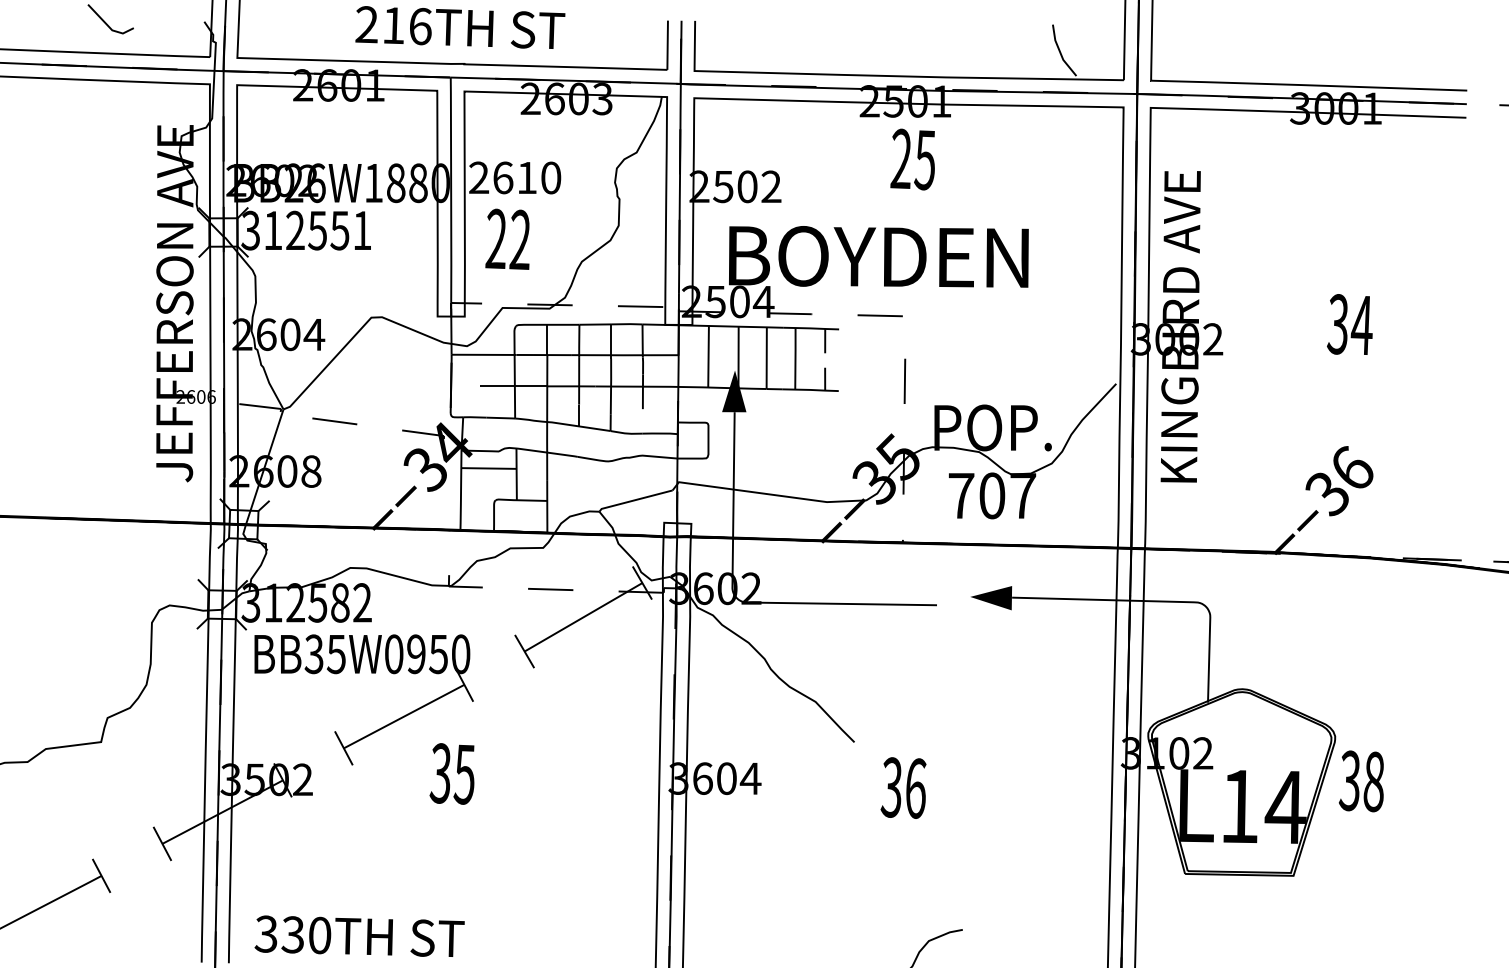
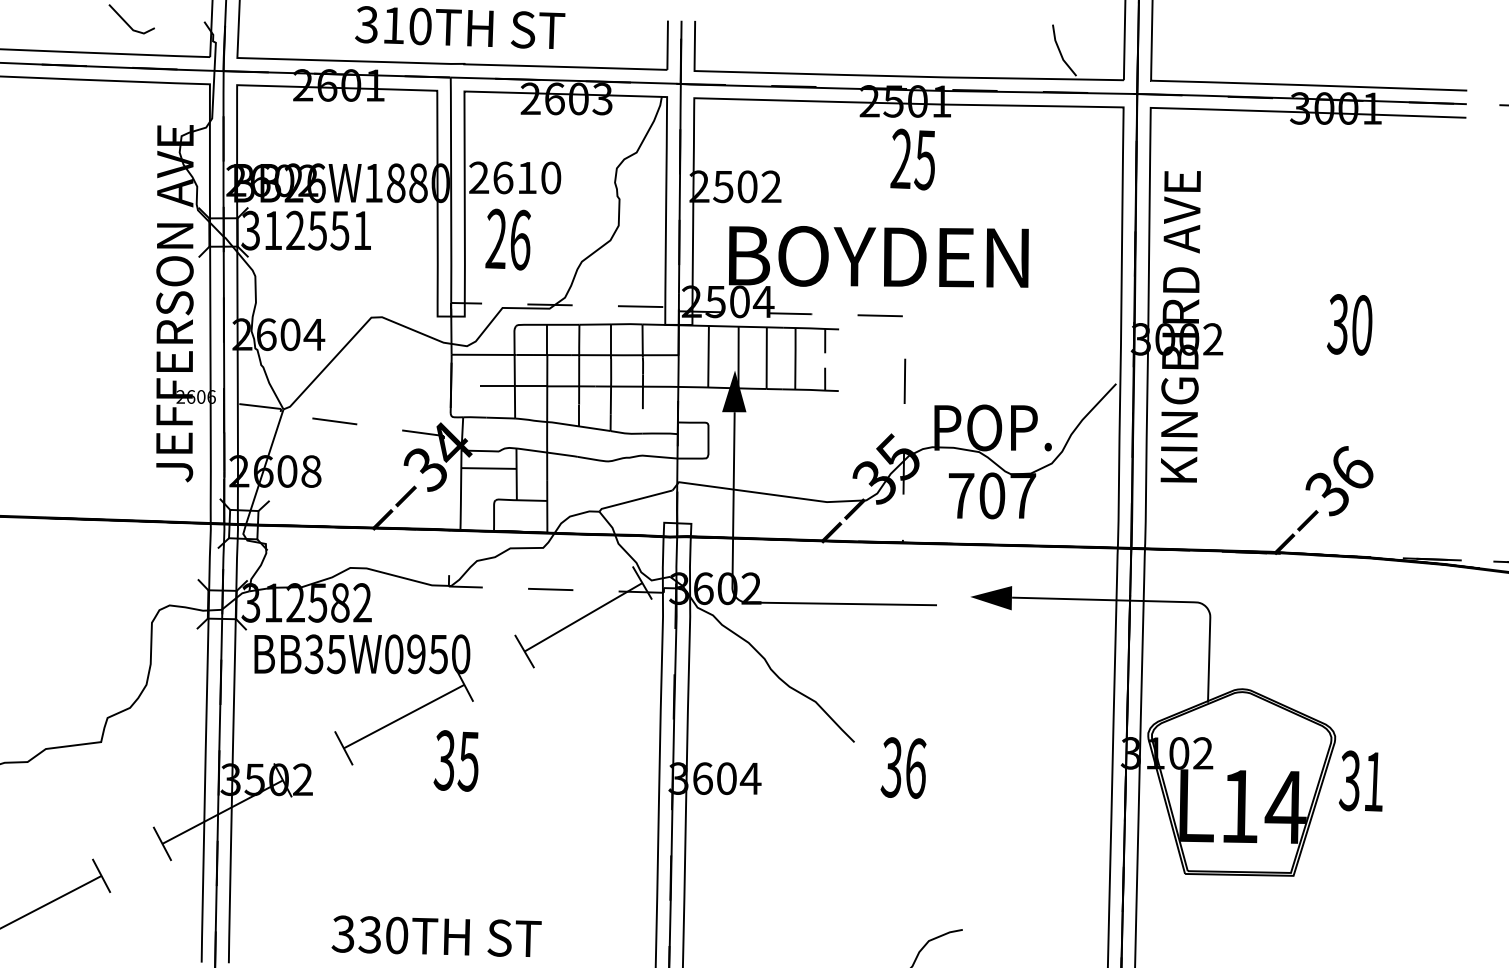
line at (106, 22) position: (106, 22) -> (127, 22)
text at (393, 26): 216TH -> 310TH
text at (519, 239): 22 -> 26
text at (1361, 325): 34 -> 30
text at (451, 773) position: (451, 773) -> (455, 760)
text at (1373, 781): 38 -> 31
text at (903, 787) position: (903, 787) -> (903, 767)
text at (359, 935) position: (359, 935) -> (436, 935)
